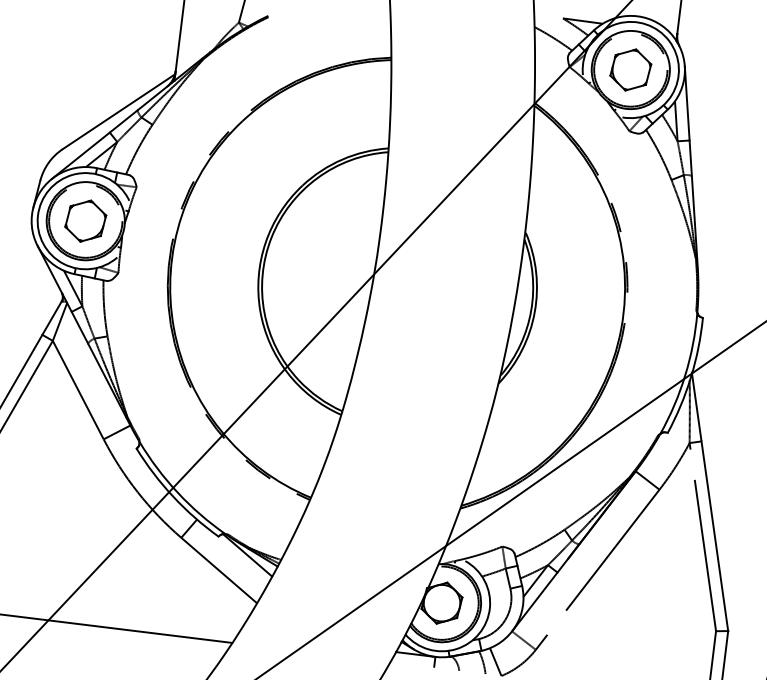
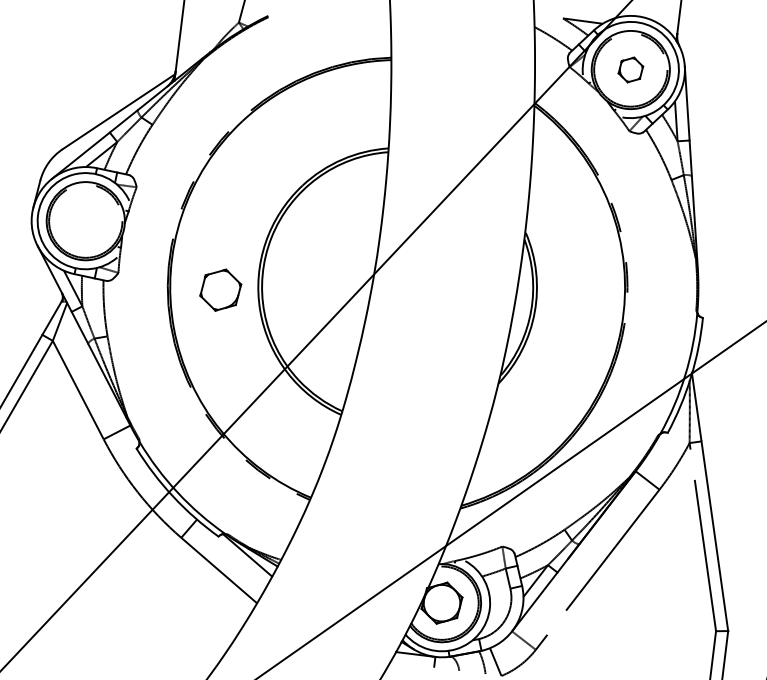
part at (630, 69) size: 44x44 px -> 28x28 px
part at (85, 220) position: (85, 220) -> (220, 289)
line at (117, 628): present -> none
